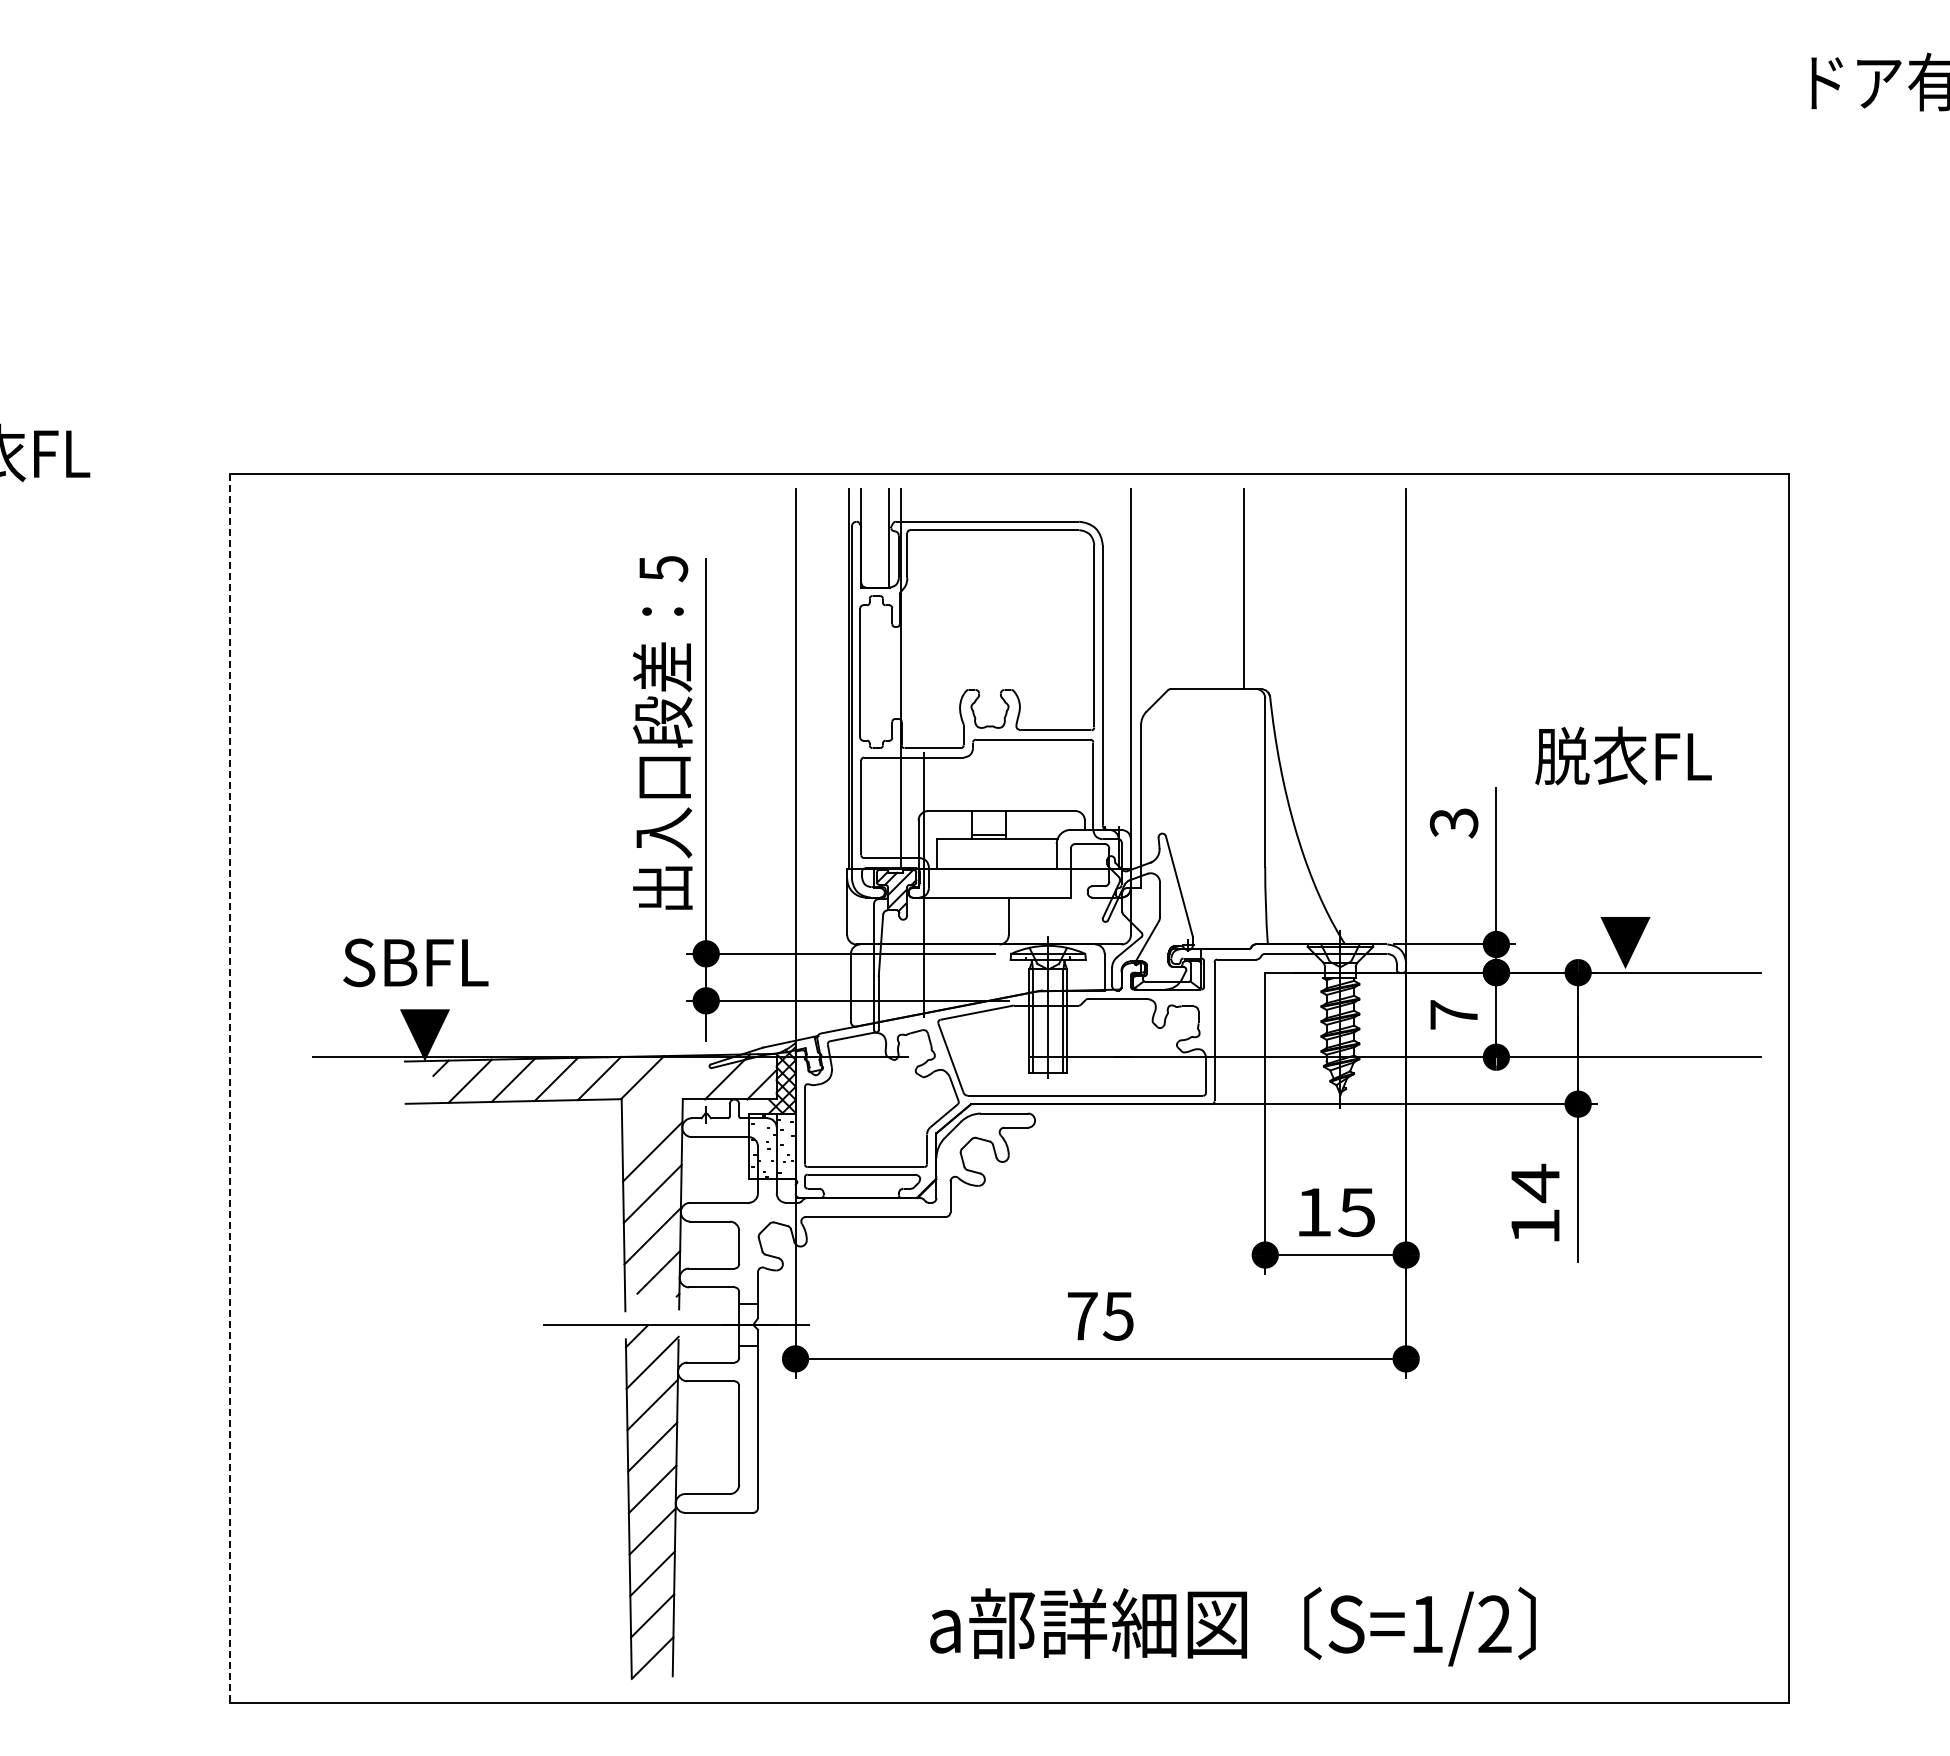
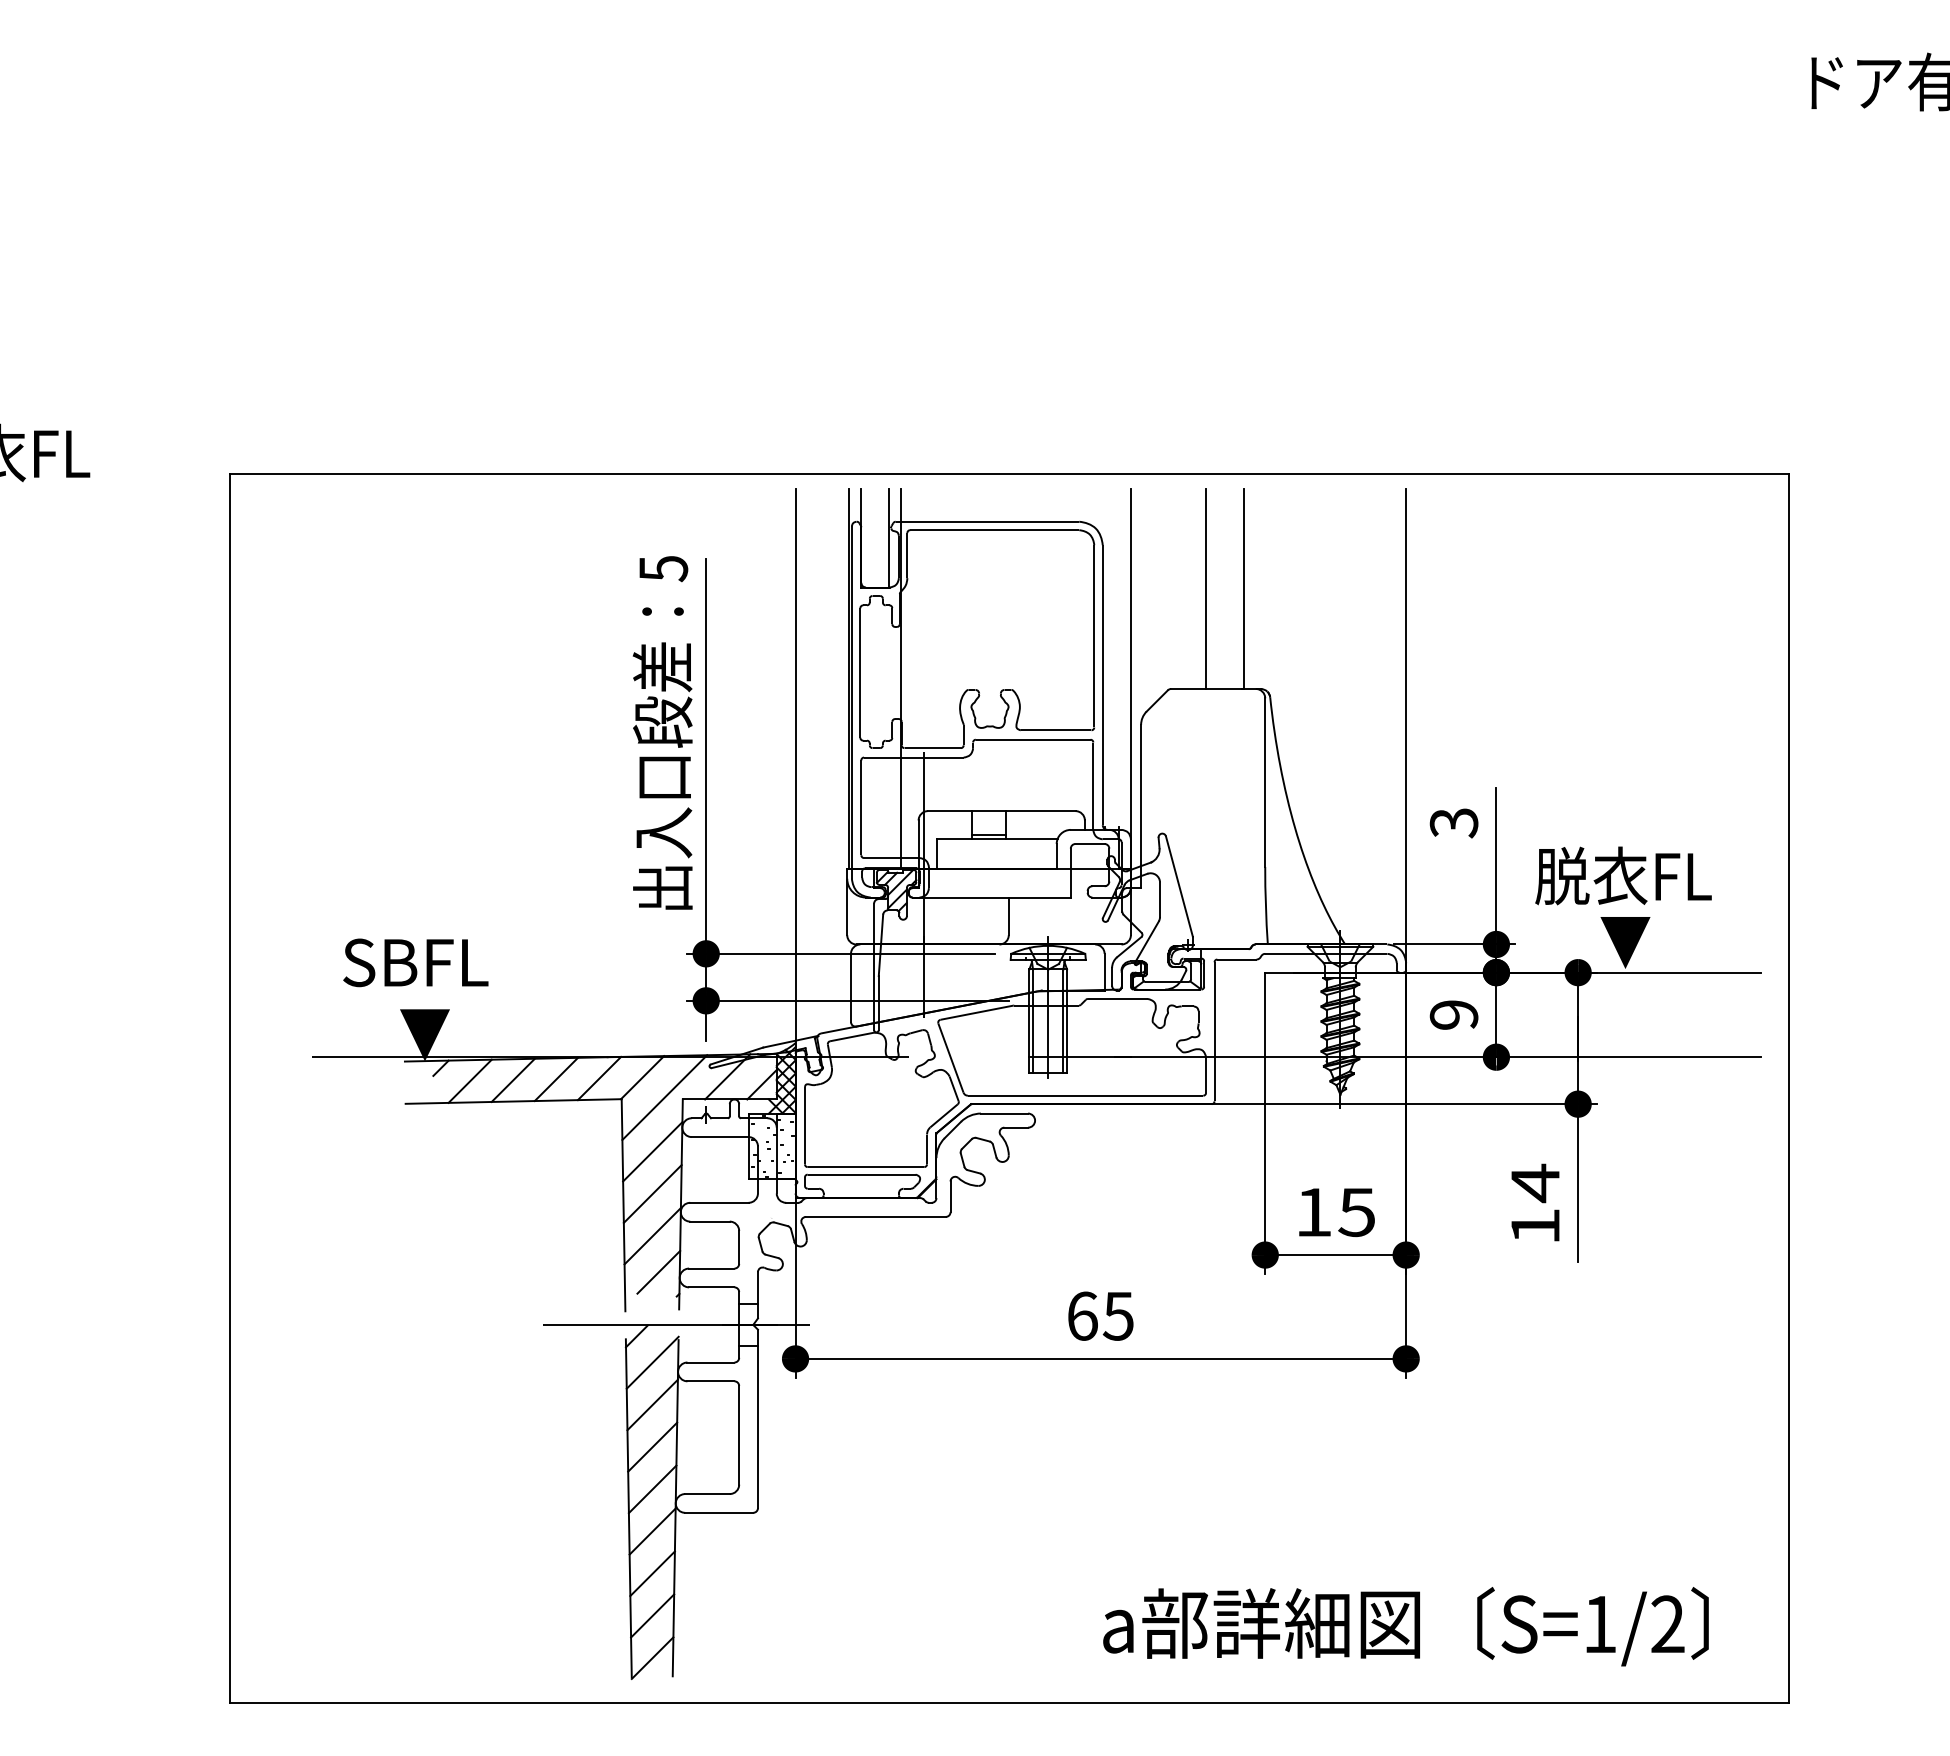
line at (1206, 588): none -> present
text at (1623, 755) position: (1623, 755) -> (1623, 875)
text at (1453, 1014): 7 -> 9
line at (229, 1088): dashed -> solid
line at (664, 1097): none -> present
text at (1082, 1315): 75 -> 65
text at (1232, 1626) position: (1232, 1626) -> (1405, 1626)
